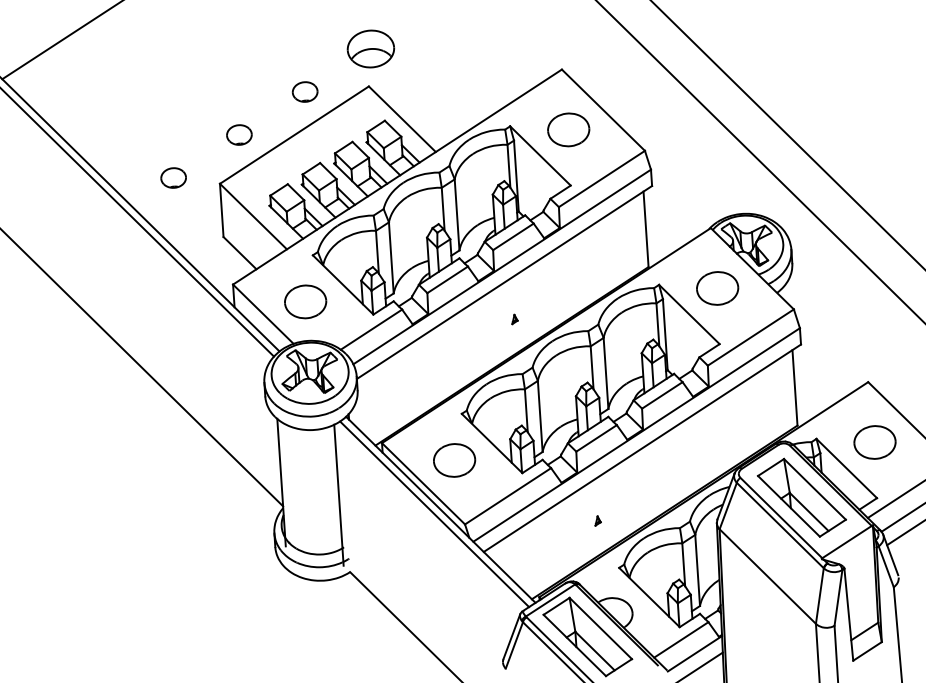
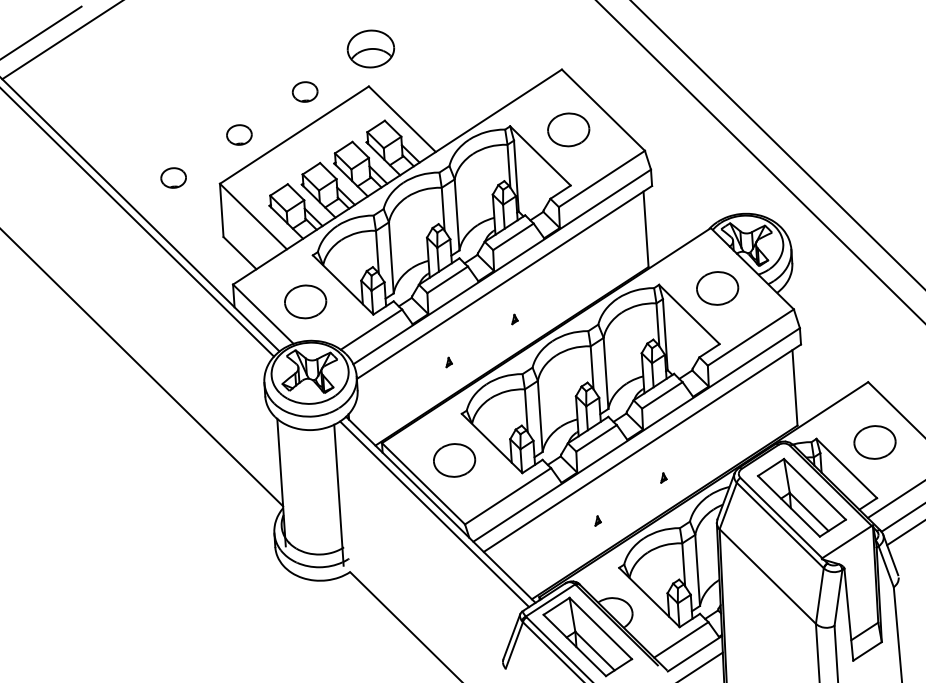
line at (41, 32): none -> present
line at (787, 134) position: (787, 134) -> (777, 144)
part at (448, 362): none -> present
part at (663, 477): none -> present
